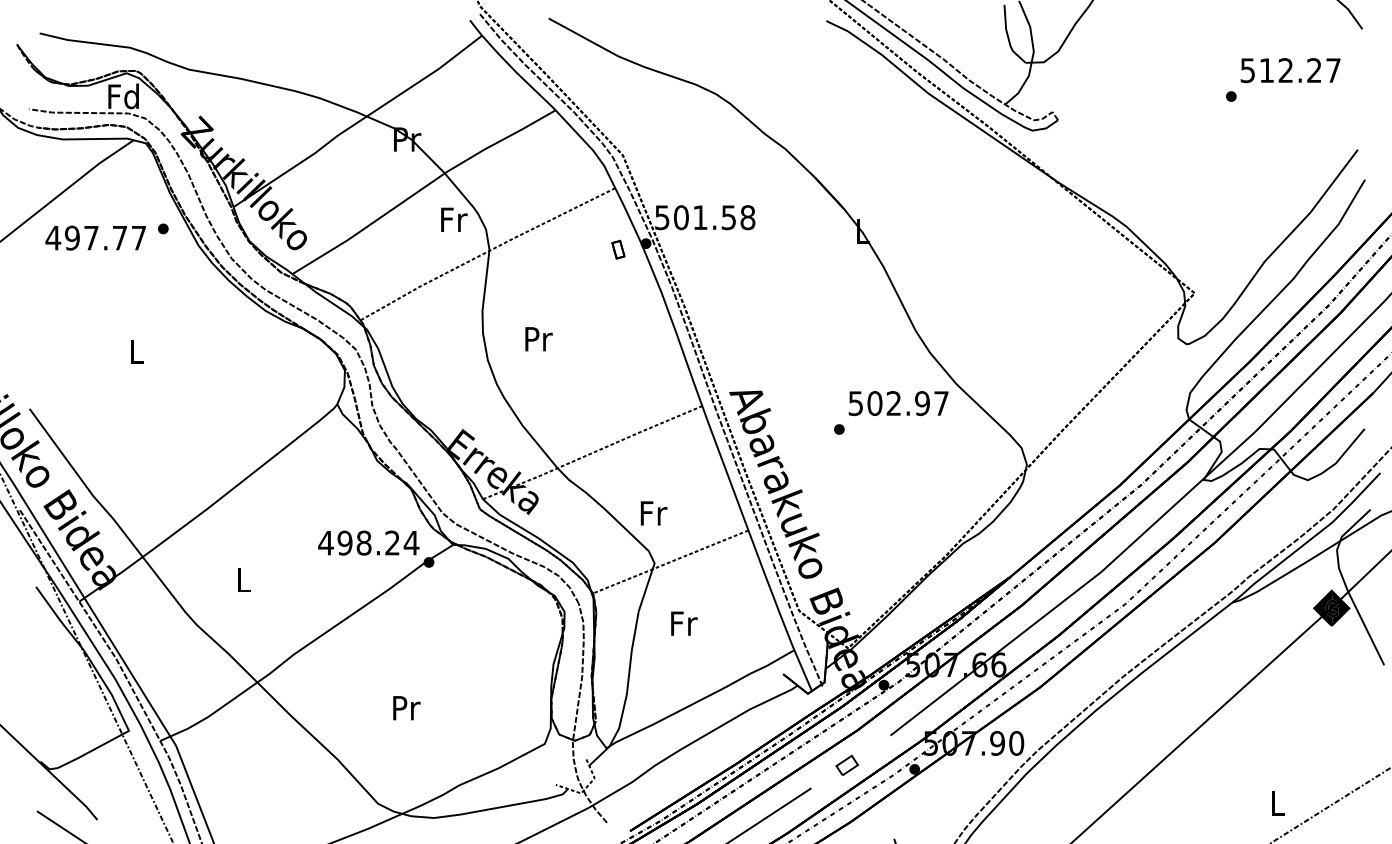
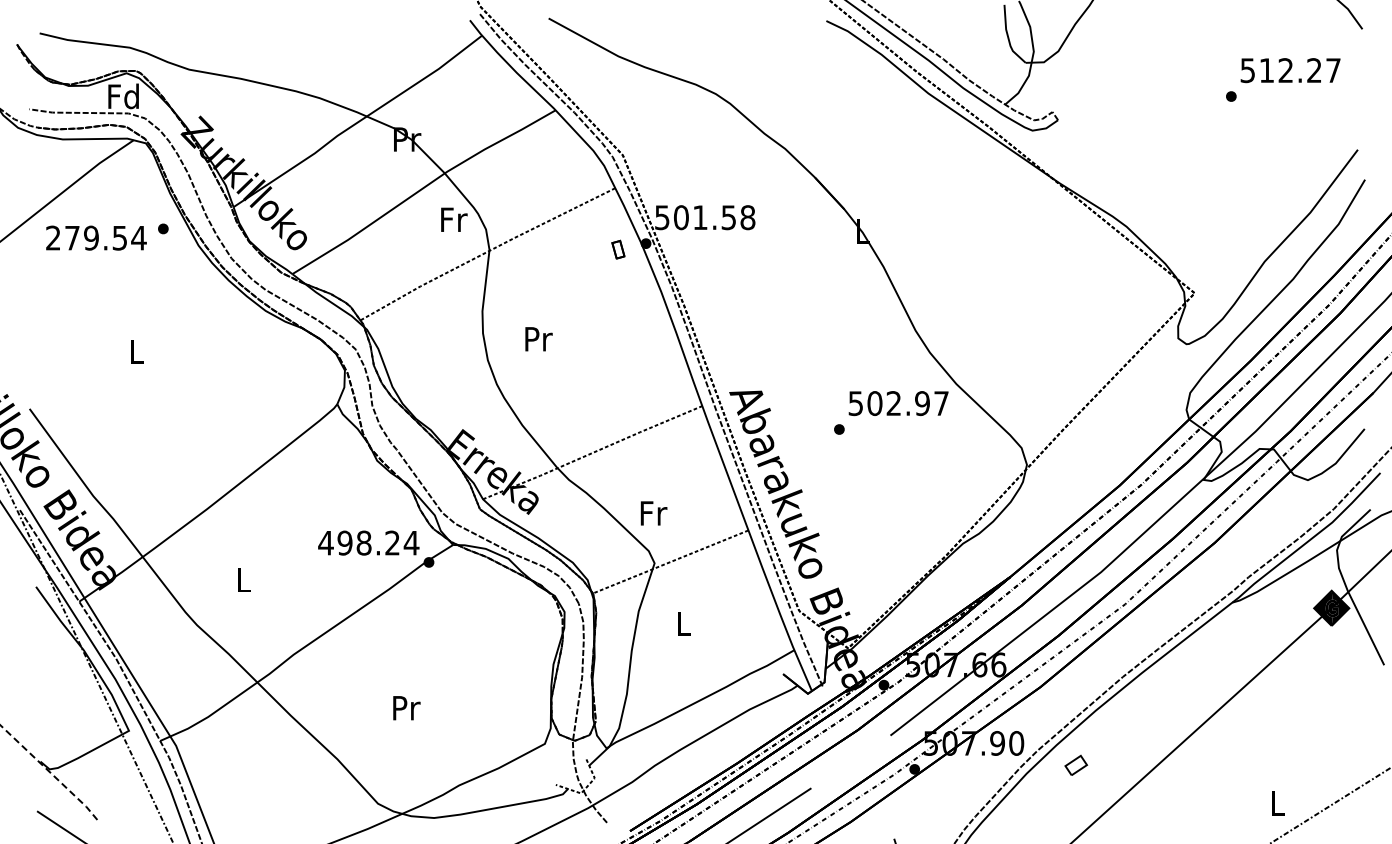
text at (95, 237): 497.77 -> 279.54
text at (684, 623): Fr -> L
part at (847, 764) position: (847, 764) -> (1076, 764)
line at (50, 772): solid -> dashed
